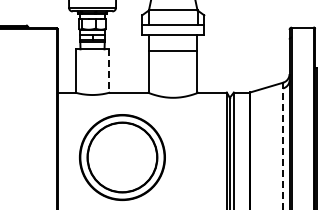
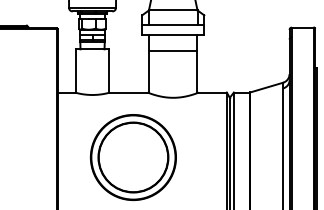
line at (109, 71): dashed -> solid
line at (283, 145): dashed -> solid
part at (122, 157) position: (122, 157) -> (133, 157)
